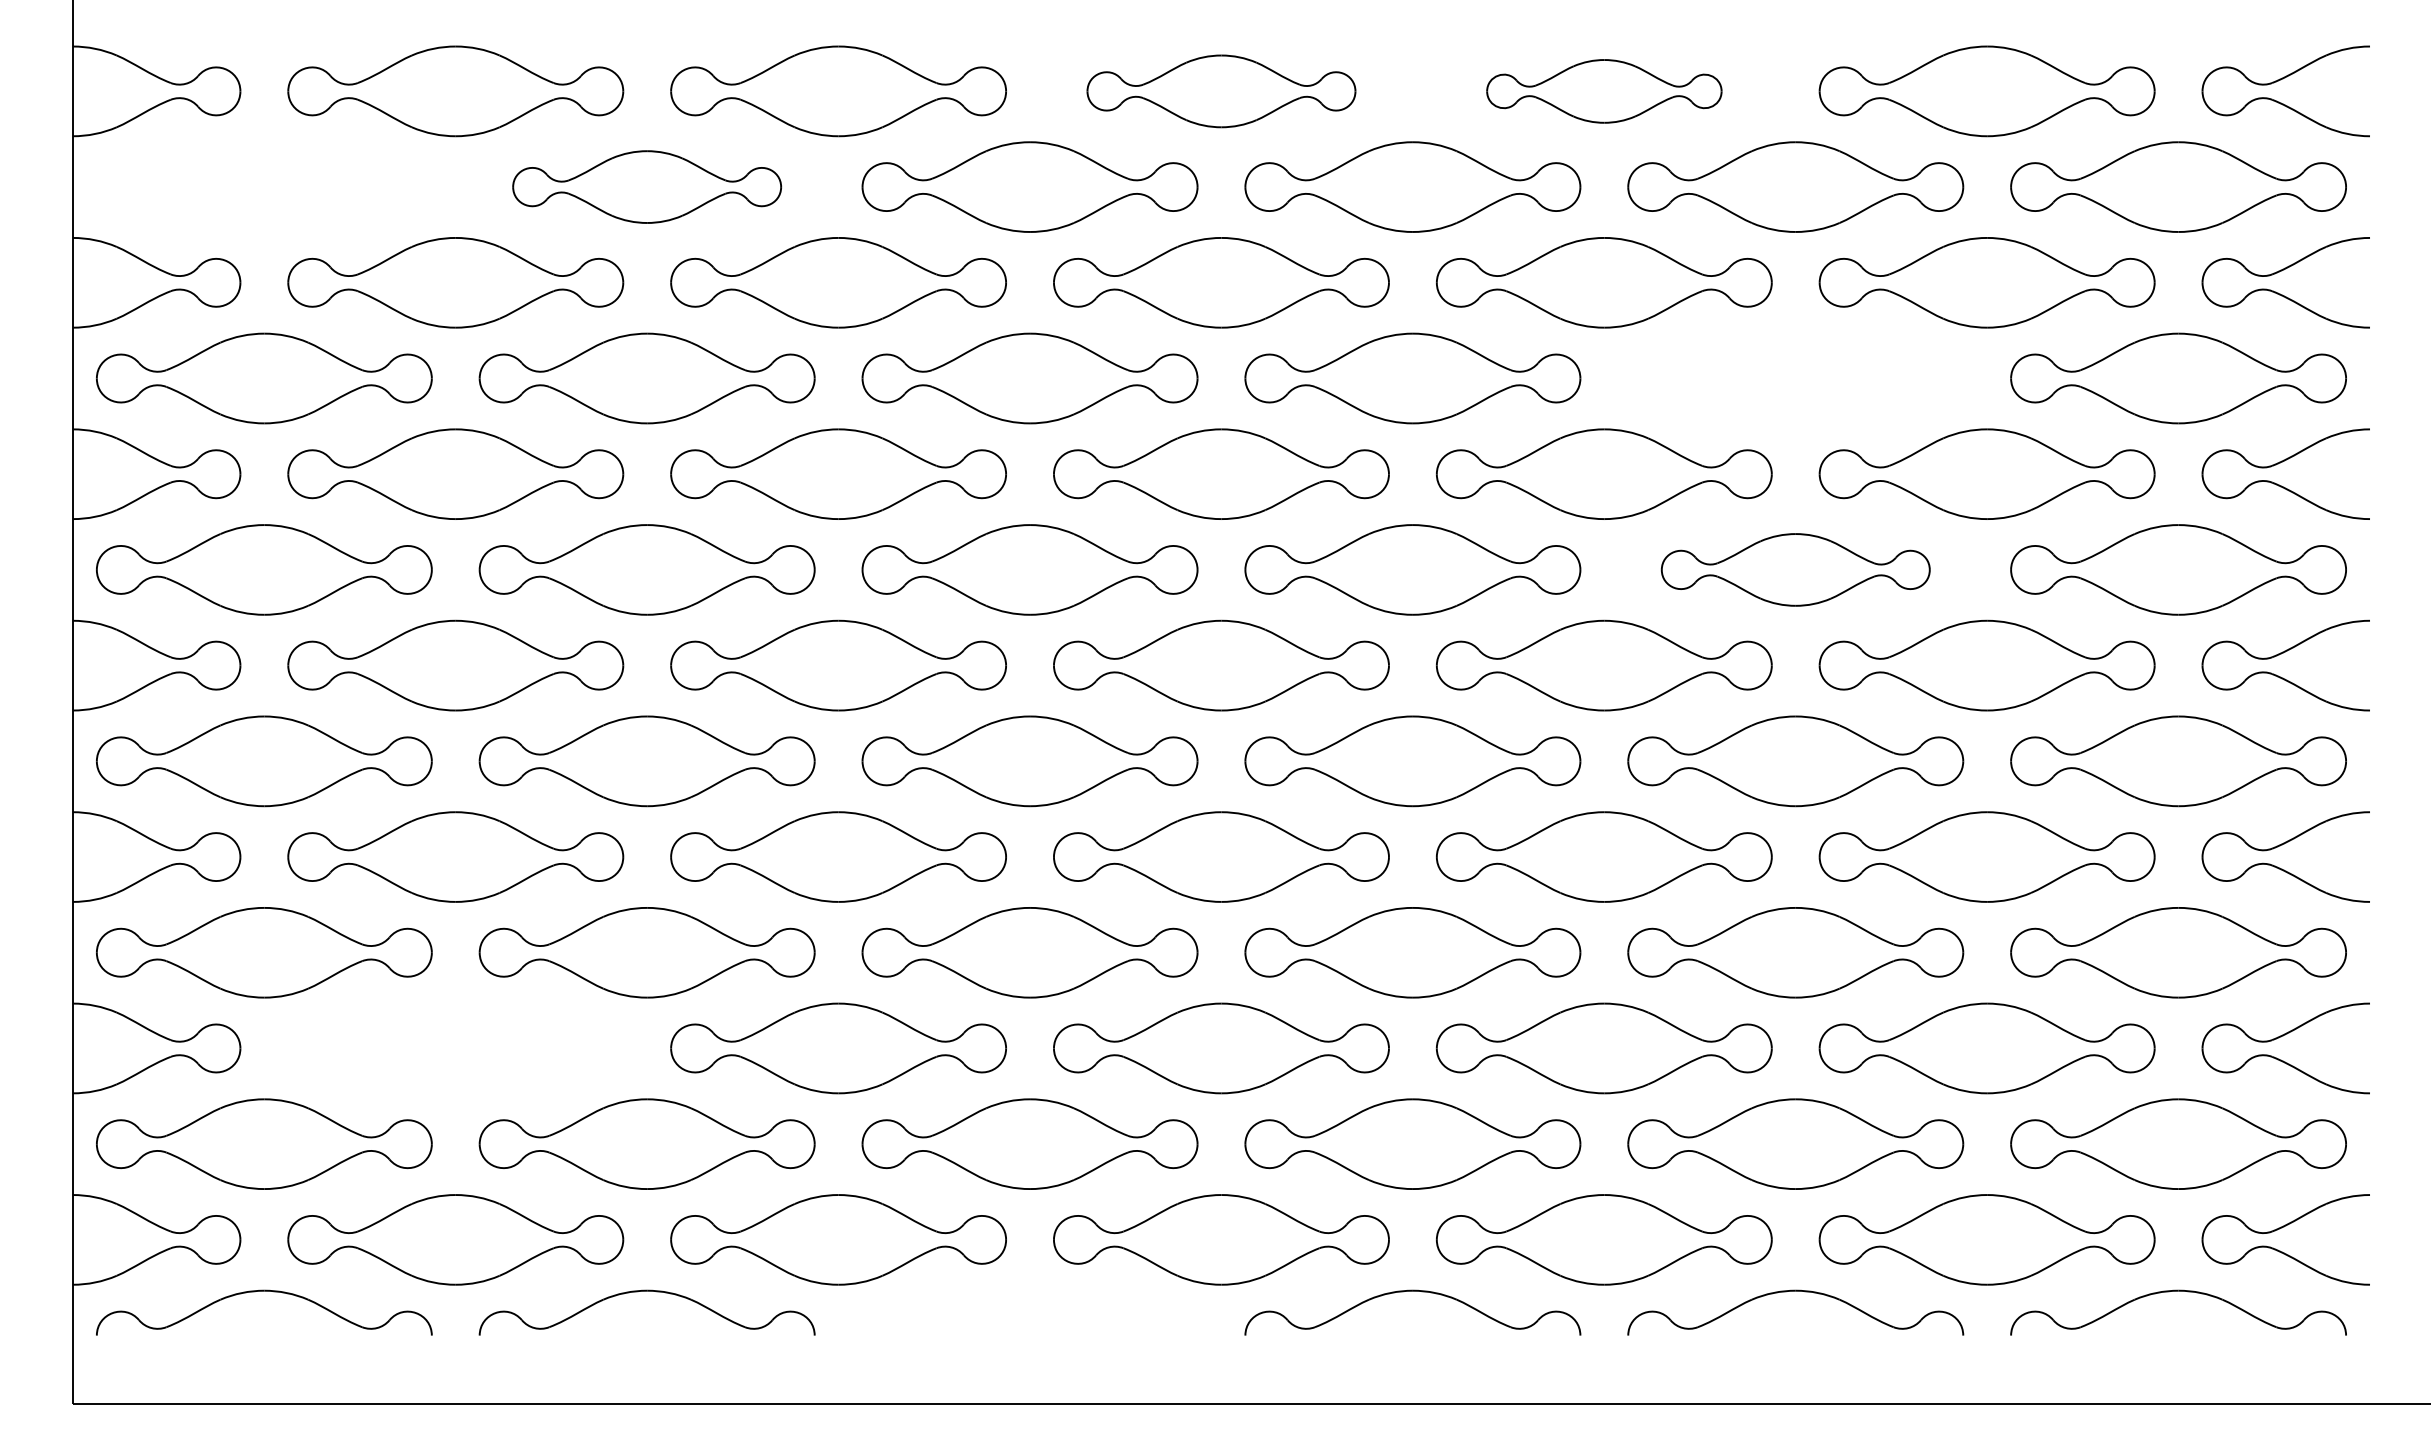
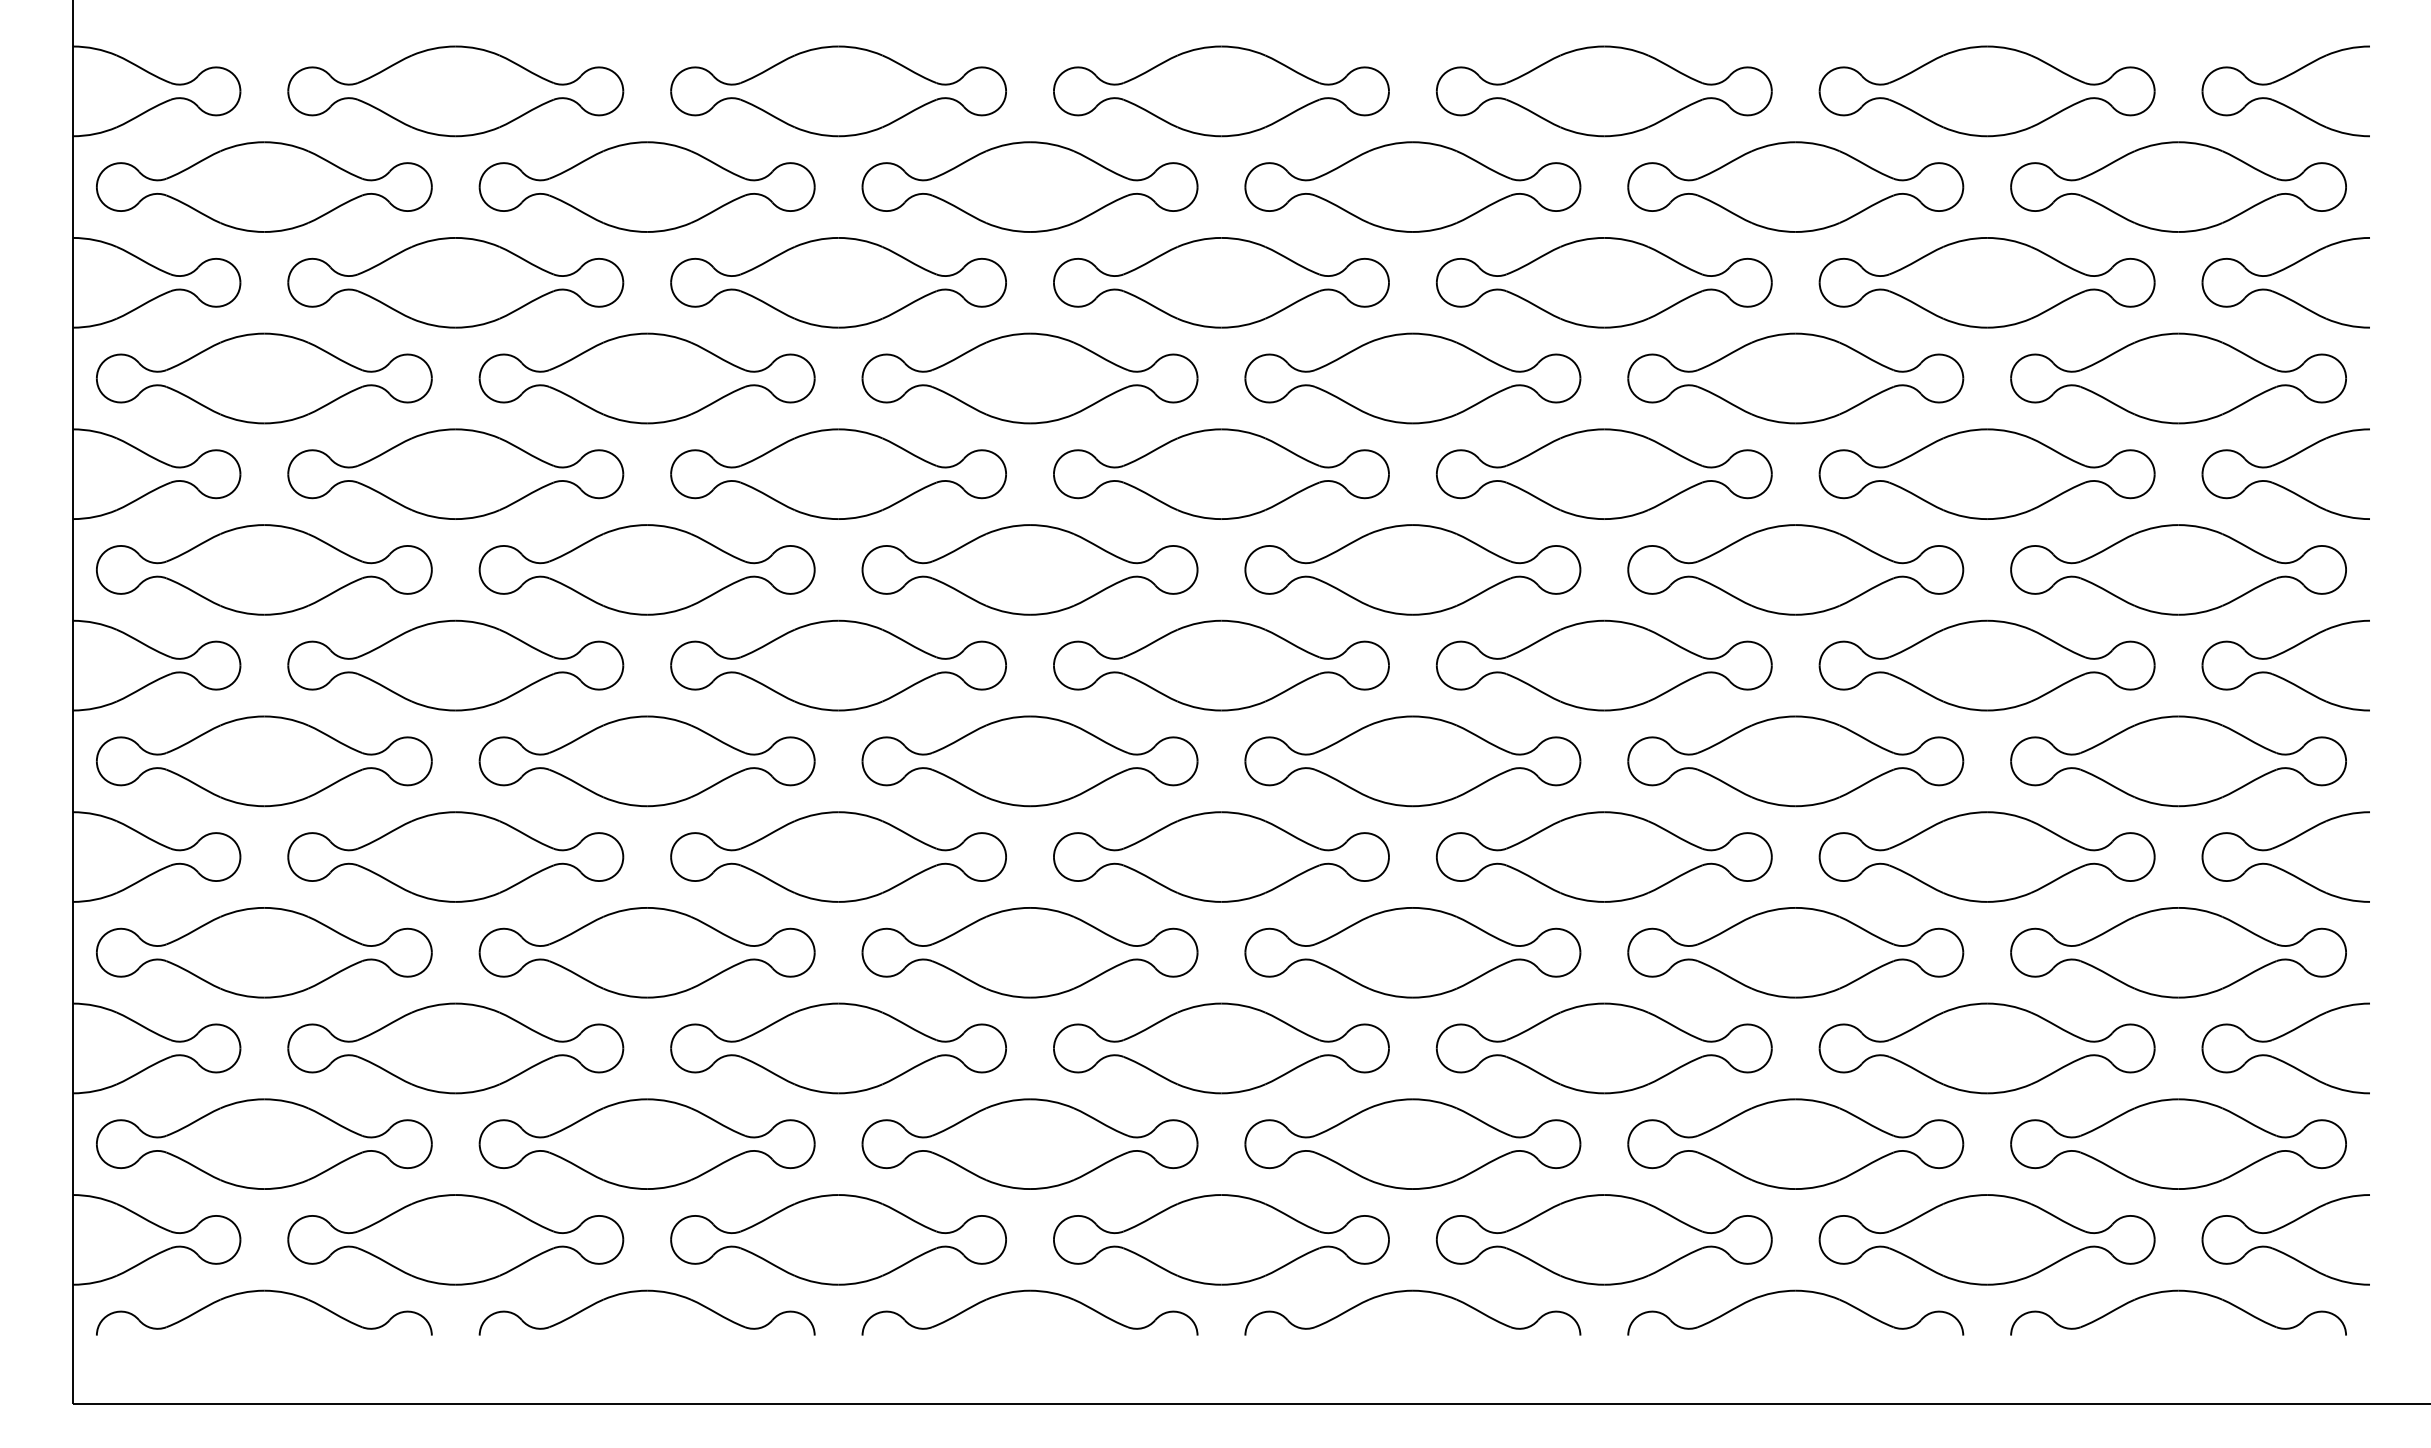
part at (1221, 91) size: 271x75 px -> 337x93 px
part at (1604, 91) size: 237x65 px -> 337x93 px
part at (264, 186): none -> present
part at (646, 186) size: 270x74 px -> 338x92 px
part at (1795, 378): none -> present
part at (1795, 569) size: 271x74 px -> 338x92 px
part at (455, 1048): none -> present
part at (1029, 1291): none -> present
